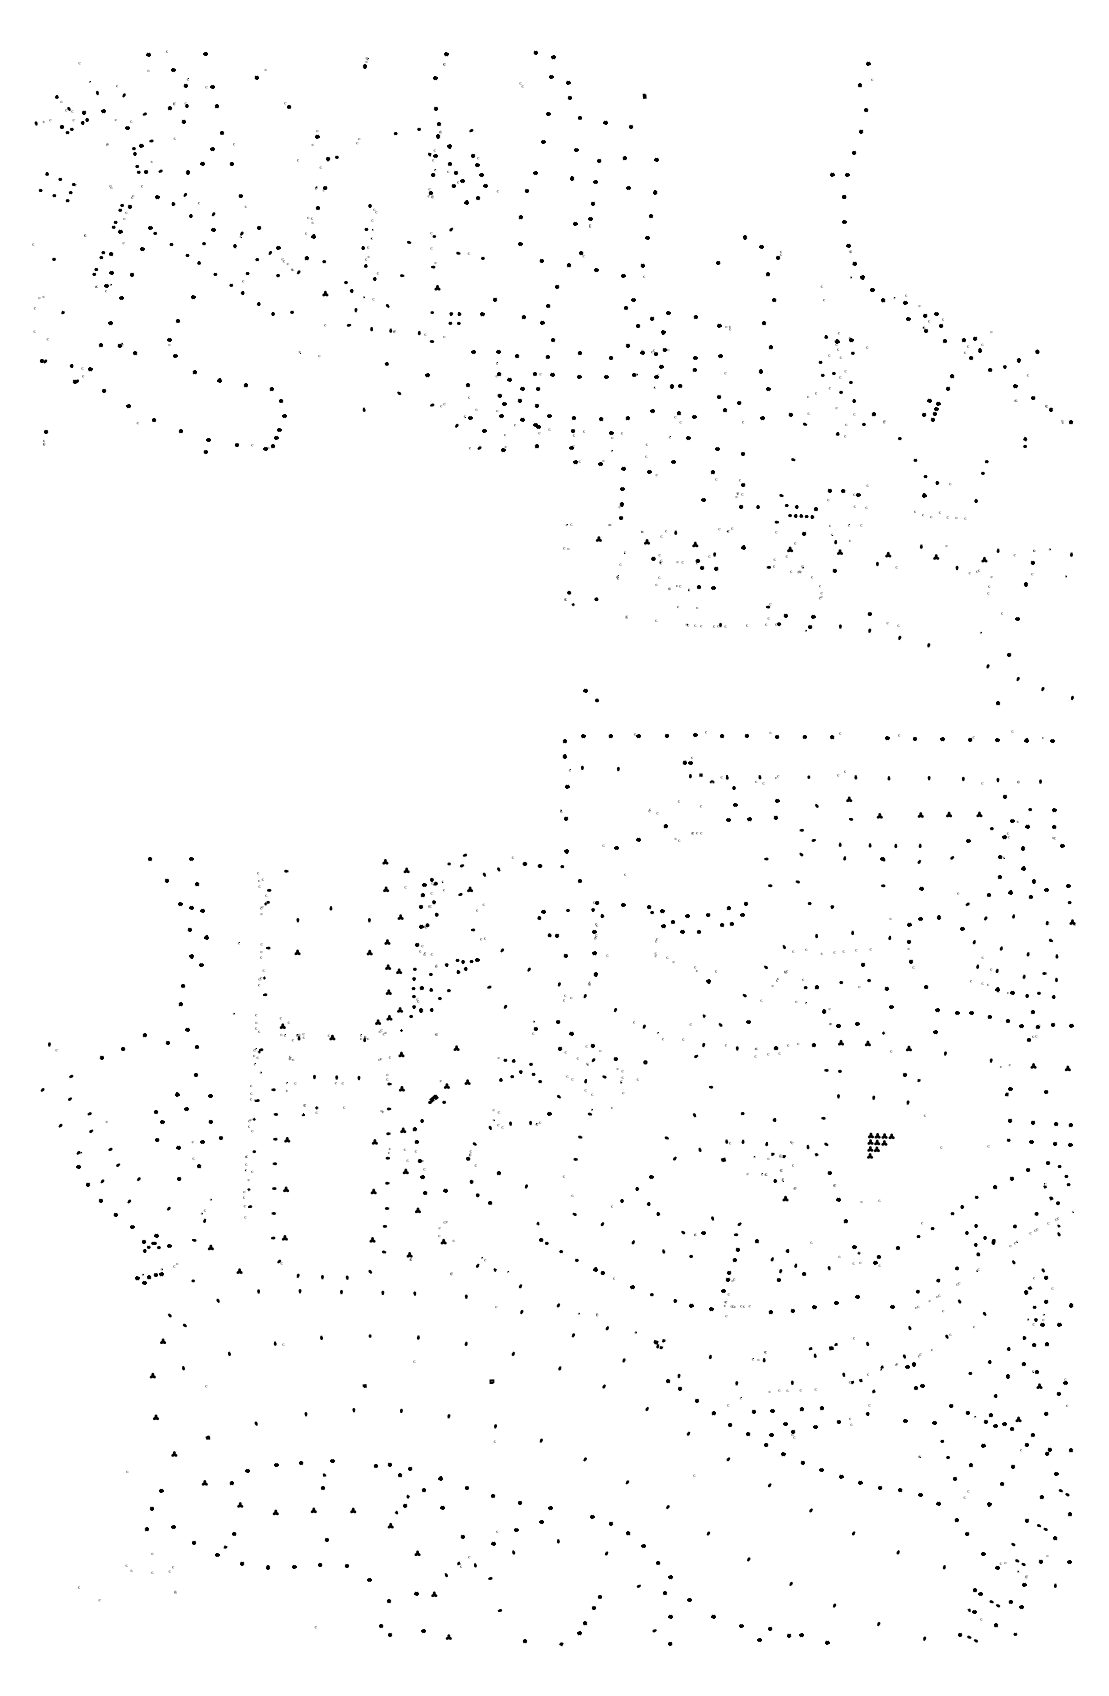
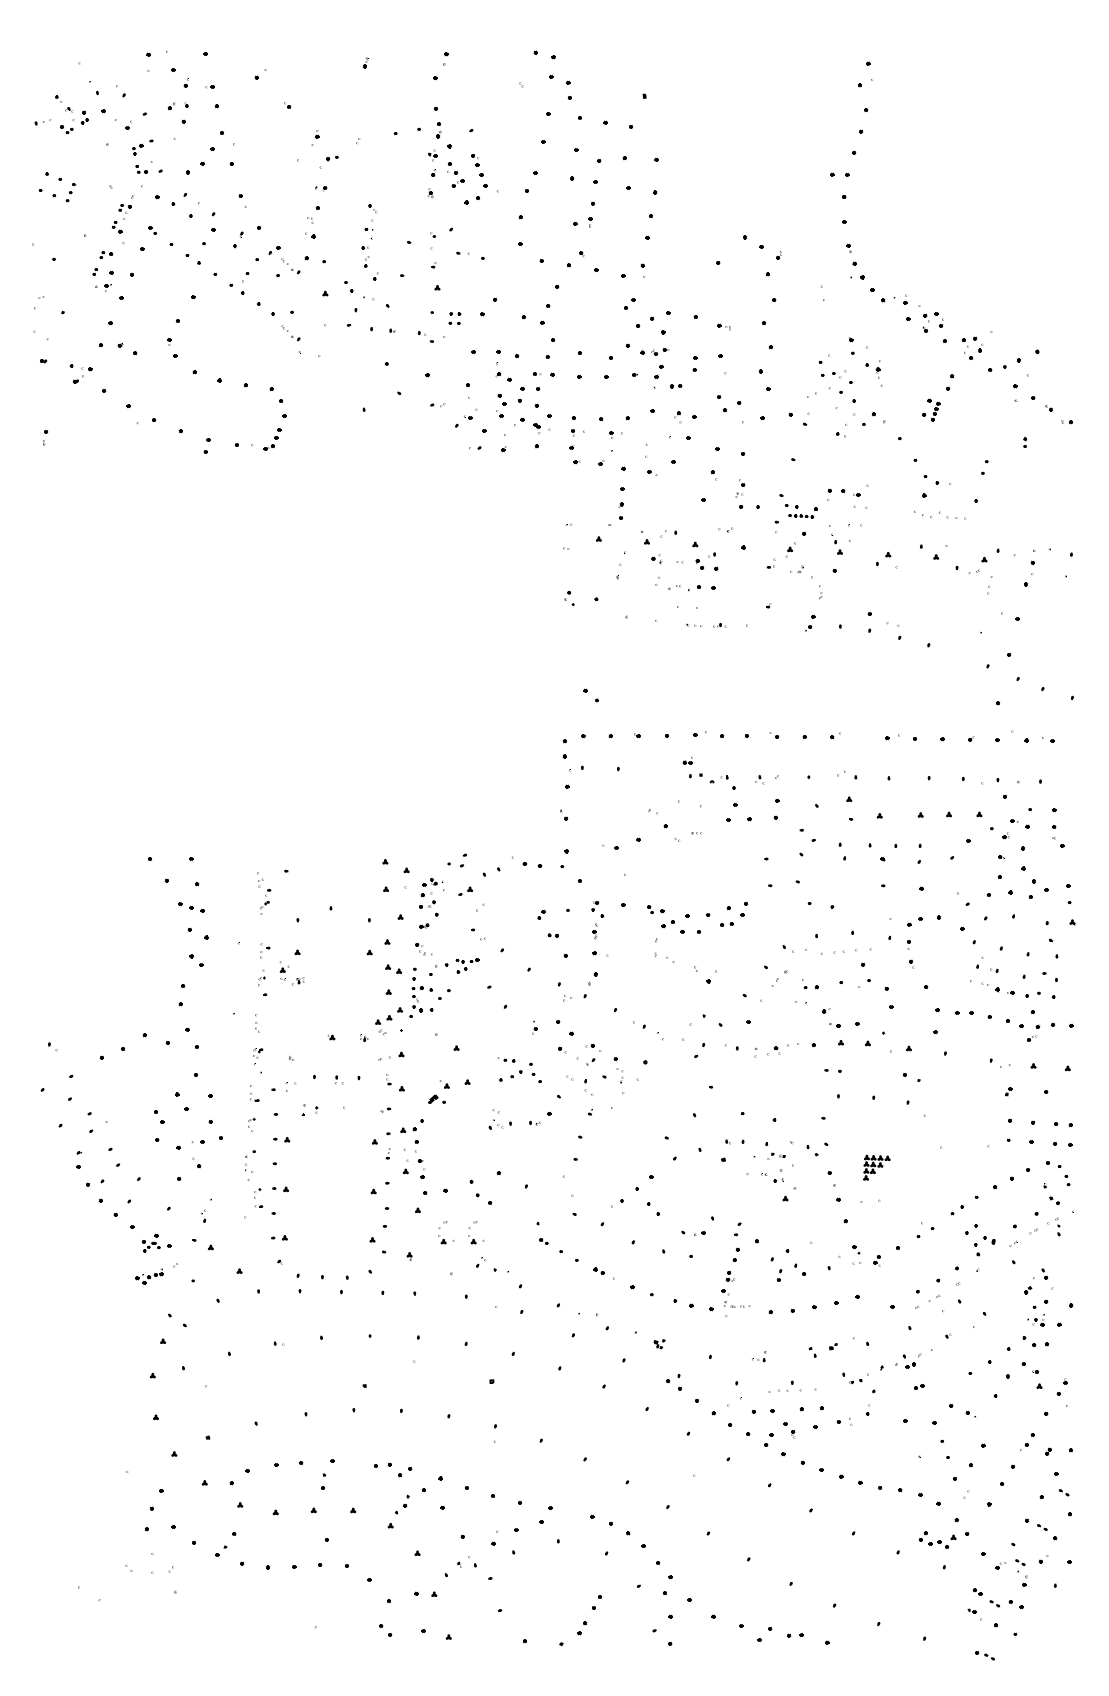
part at (290, 333): none -> present
part at (832, 345) position: (832, 345) -> (873, 373)
part at (776, 619): present -> none
part at (285, 1028) position: (285, 1028) -> (285, 972)
part at (880, 1145) position: (880, 1145) -> (876, 1167)
part at (471, 1154): present -> none
part at (247, 1197) position: (247, 1197) -> (258, 1197)
part at (470, 1235): none -> present
part at (1002, 1421) position: (1002, 1421) -> (937, 1539)
part at (967, 1637) position: (967, 1637) -> (984, 1655)
